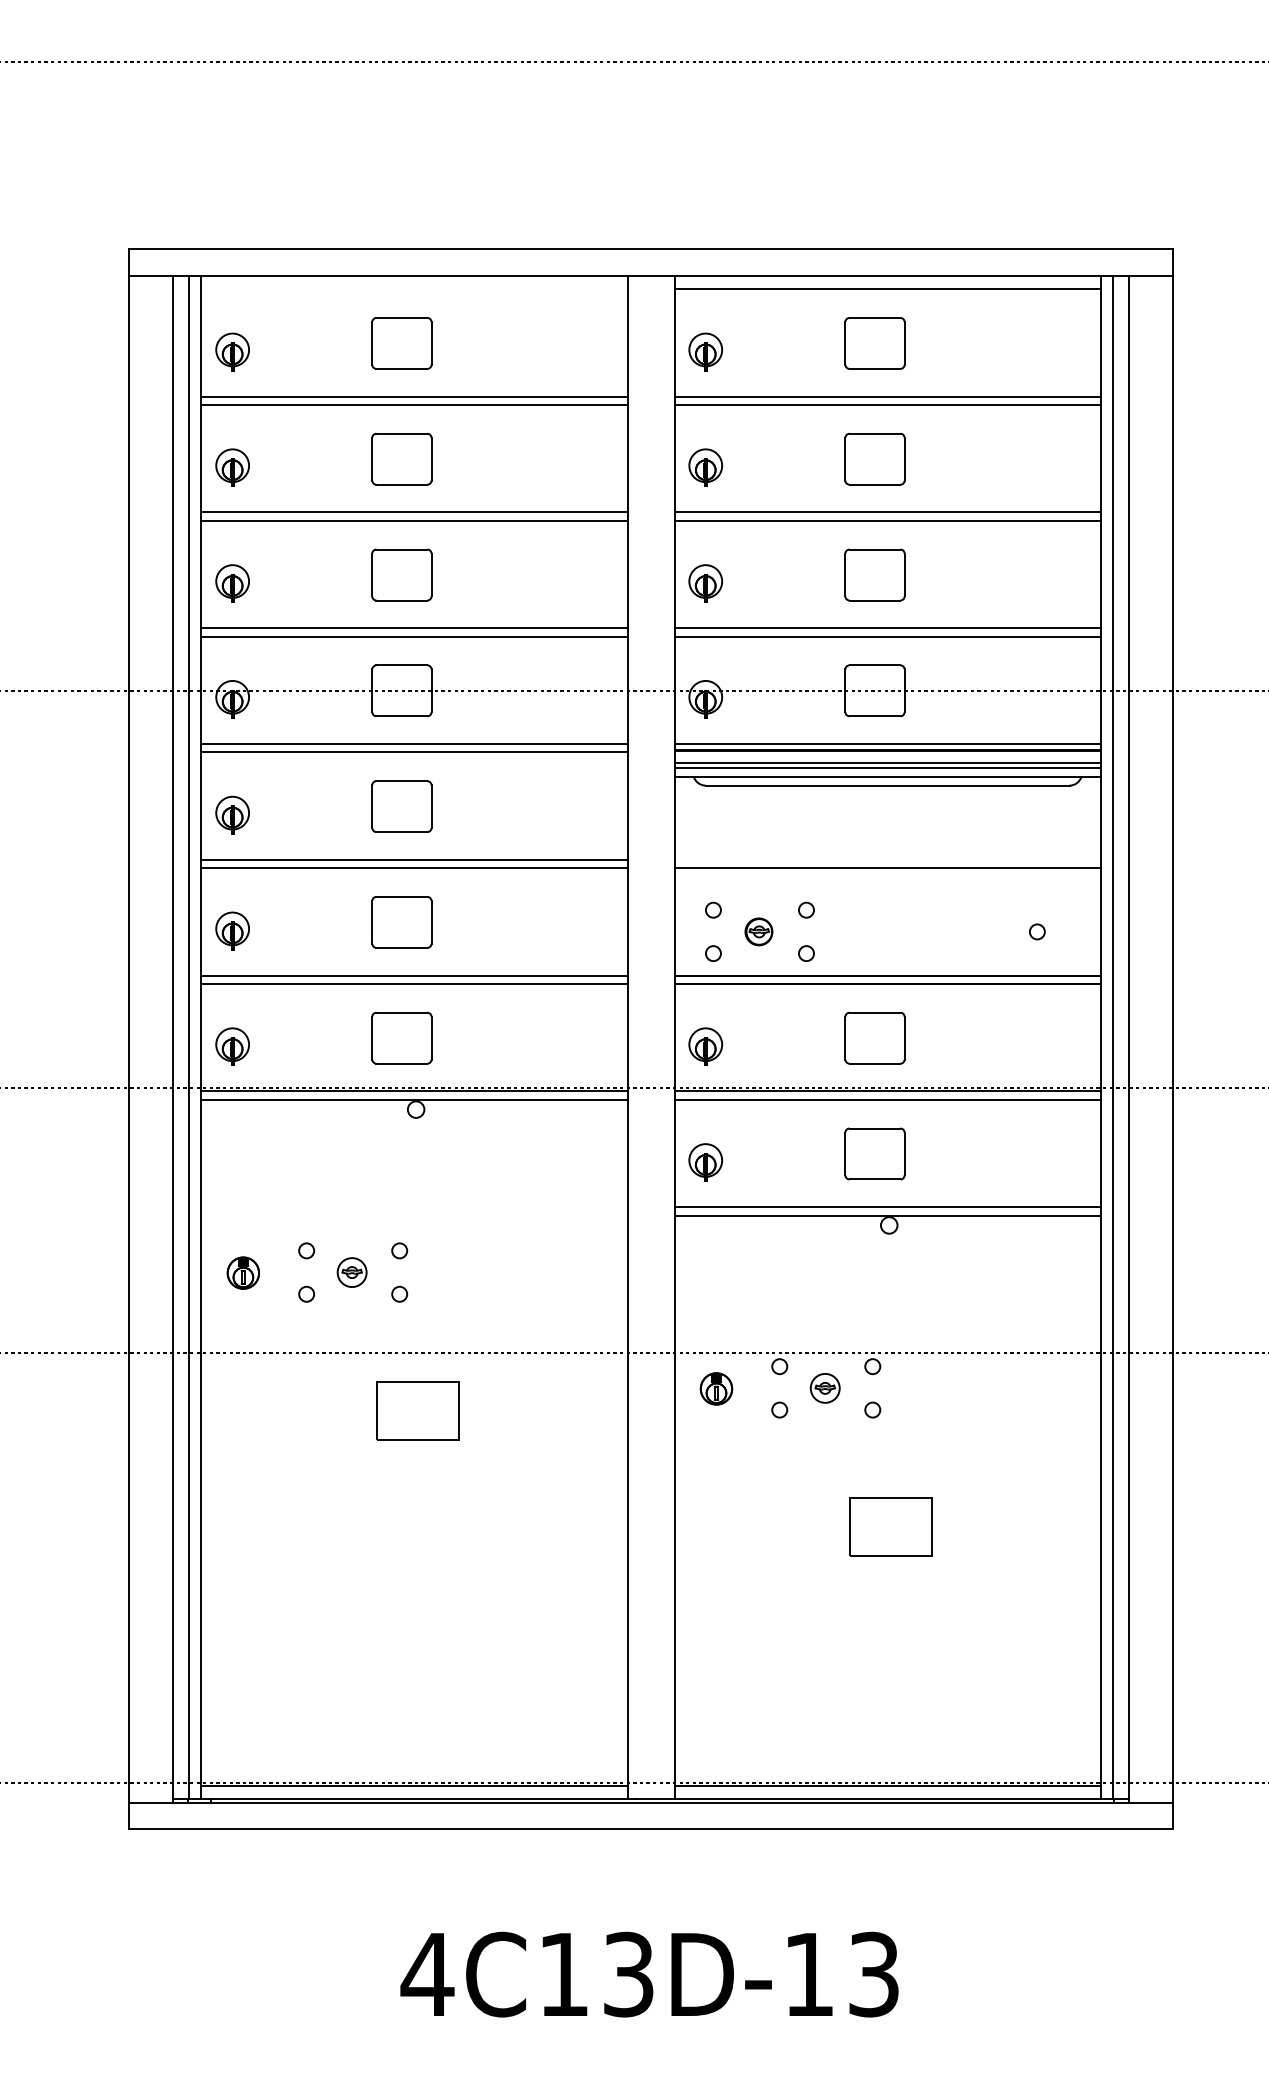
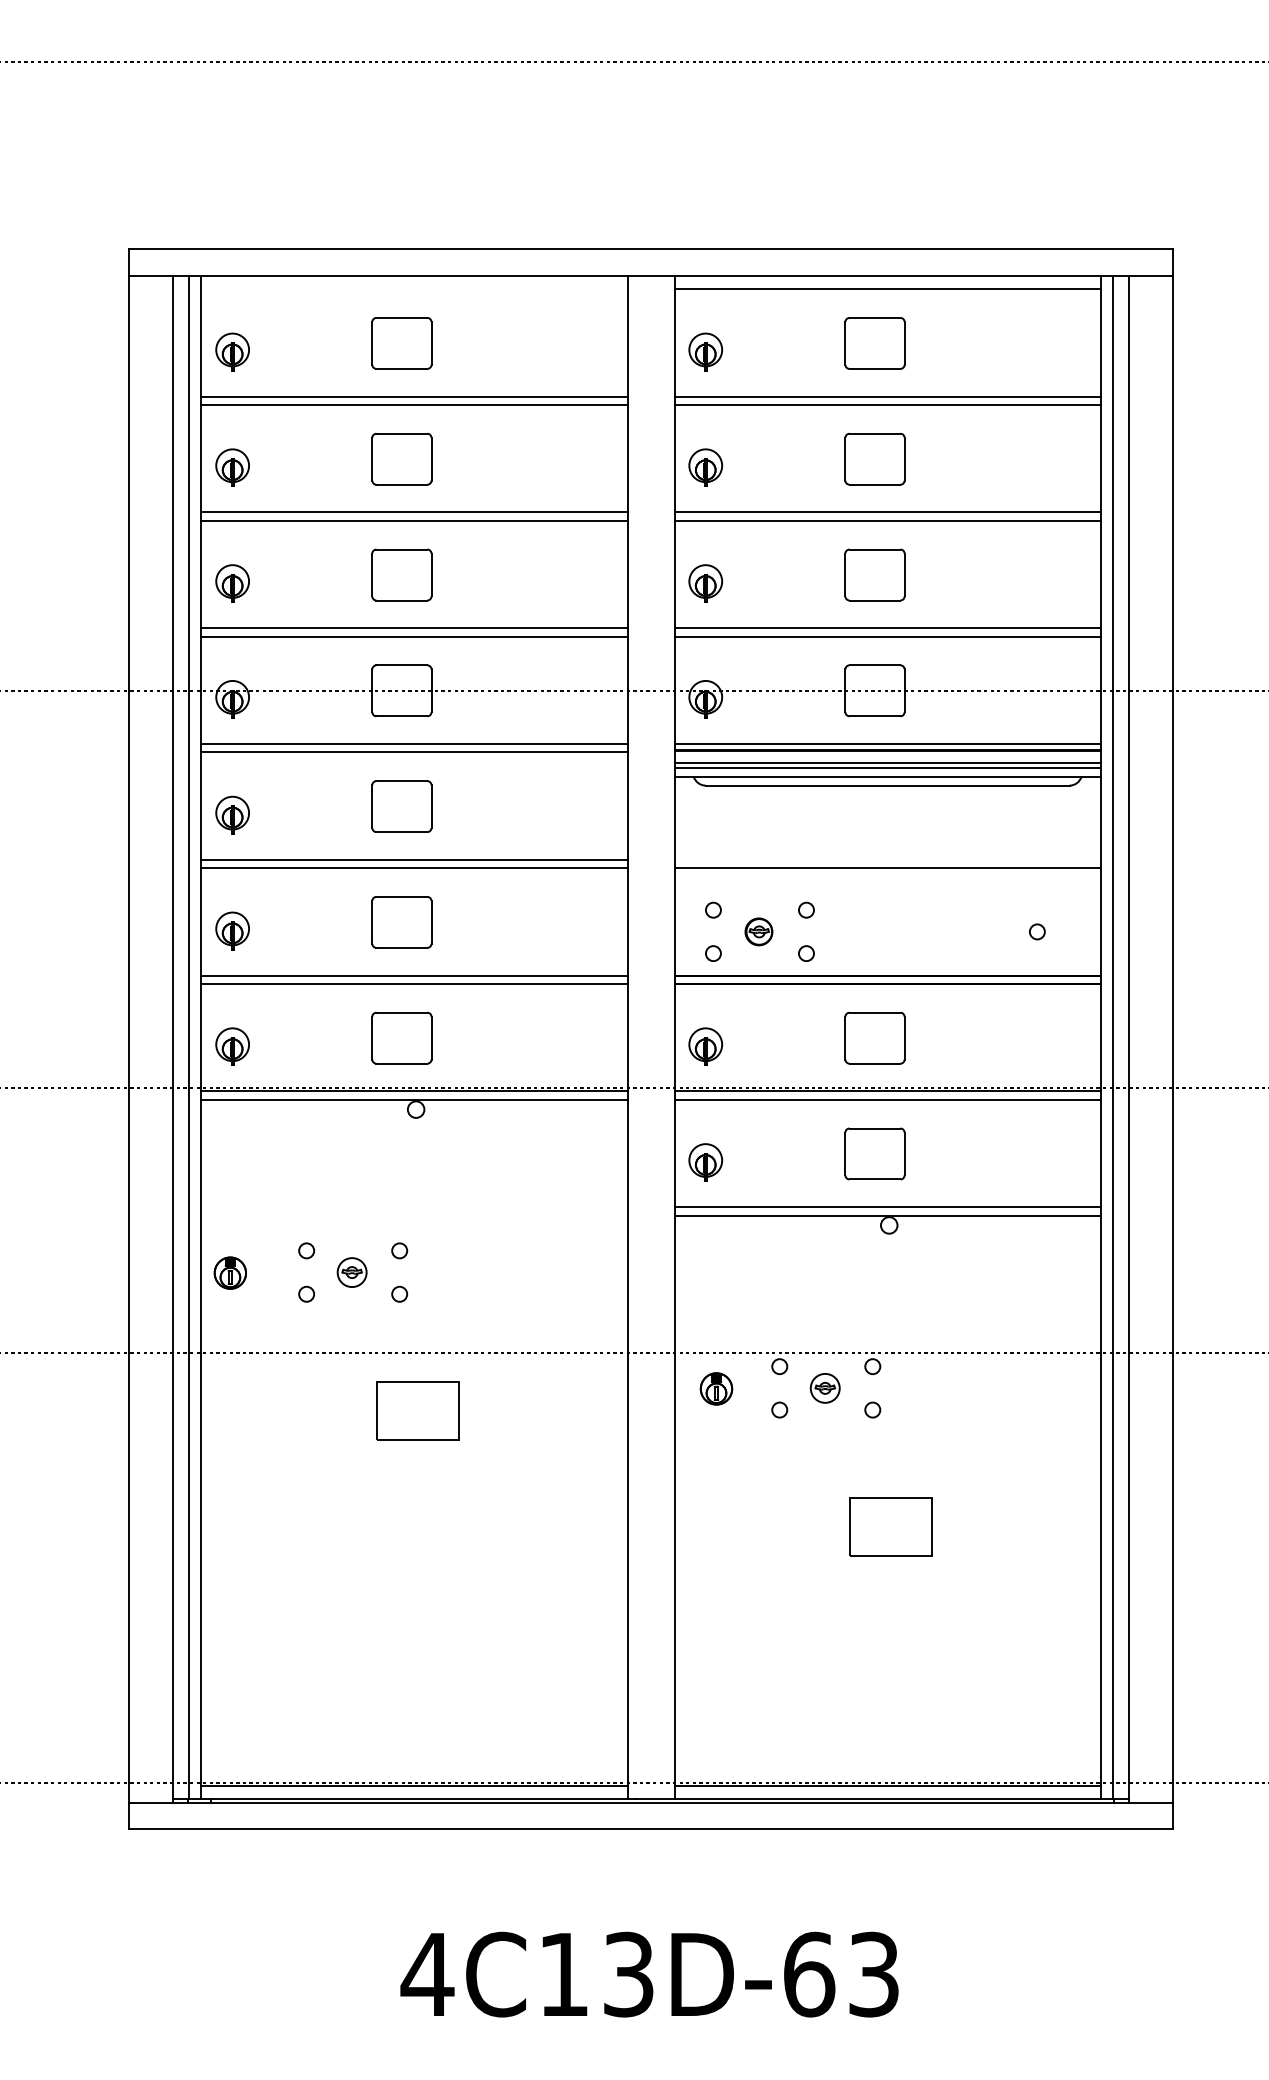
part at (242, 1272) position: (242, 1272) -> (229, 1272)
text at (809, 1974): 4C13D-13 -> 4C13D-63
